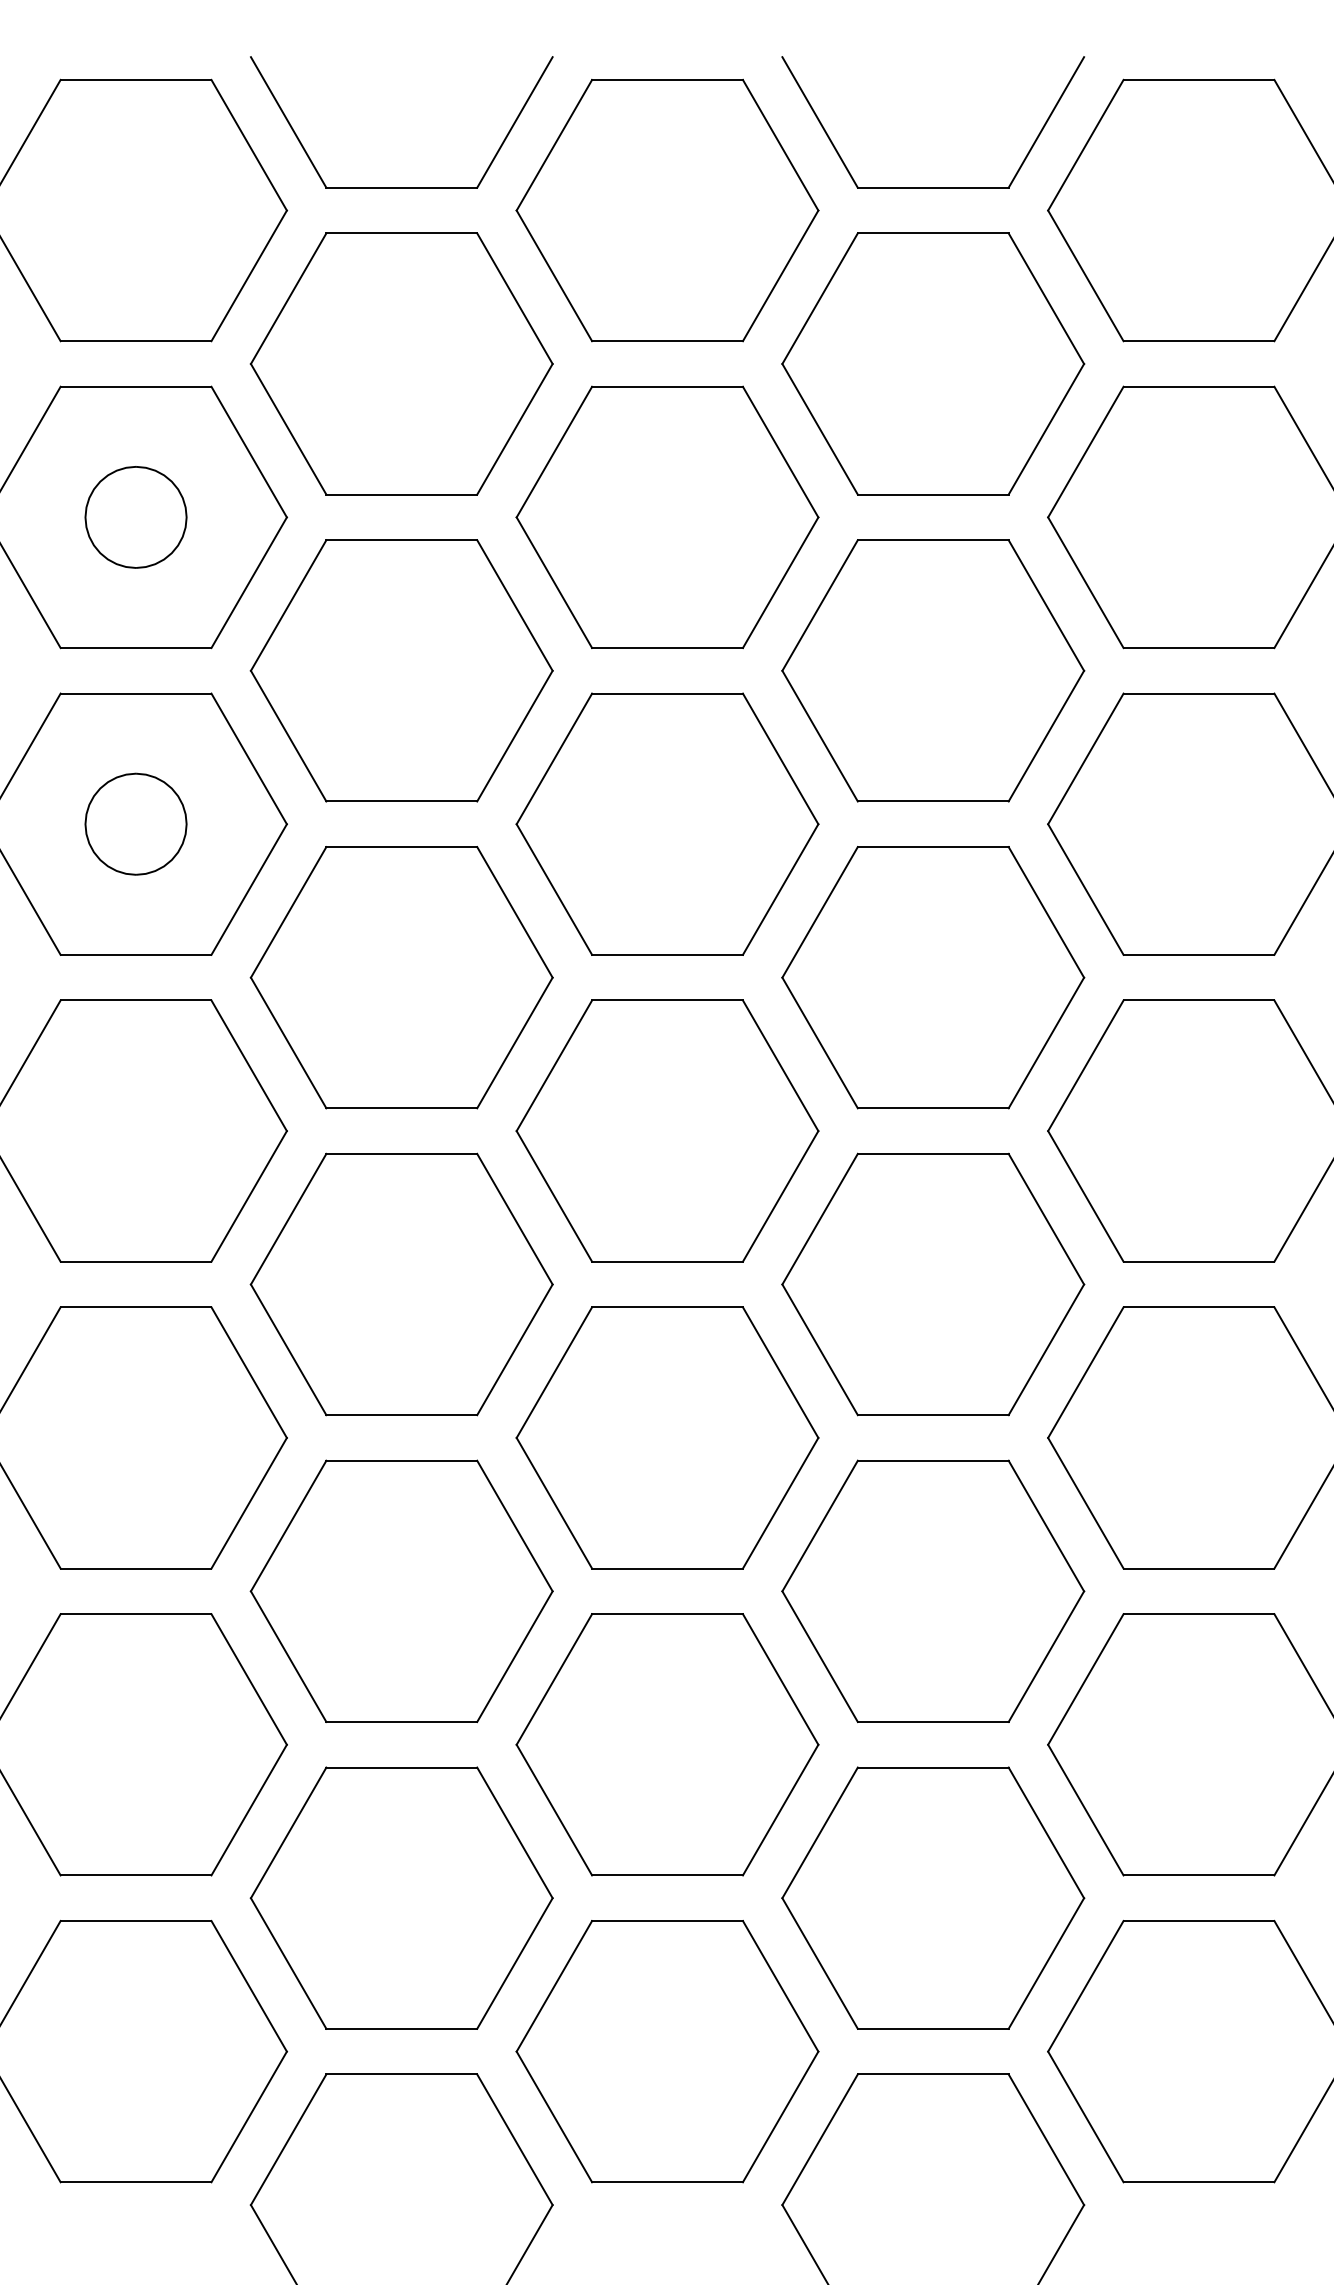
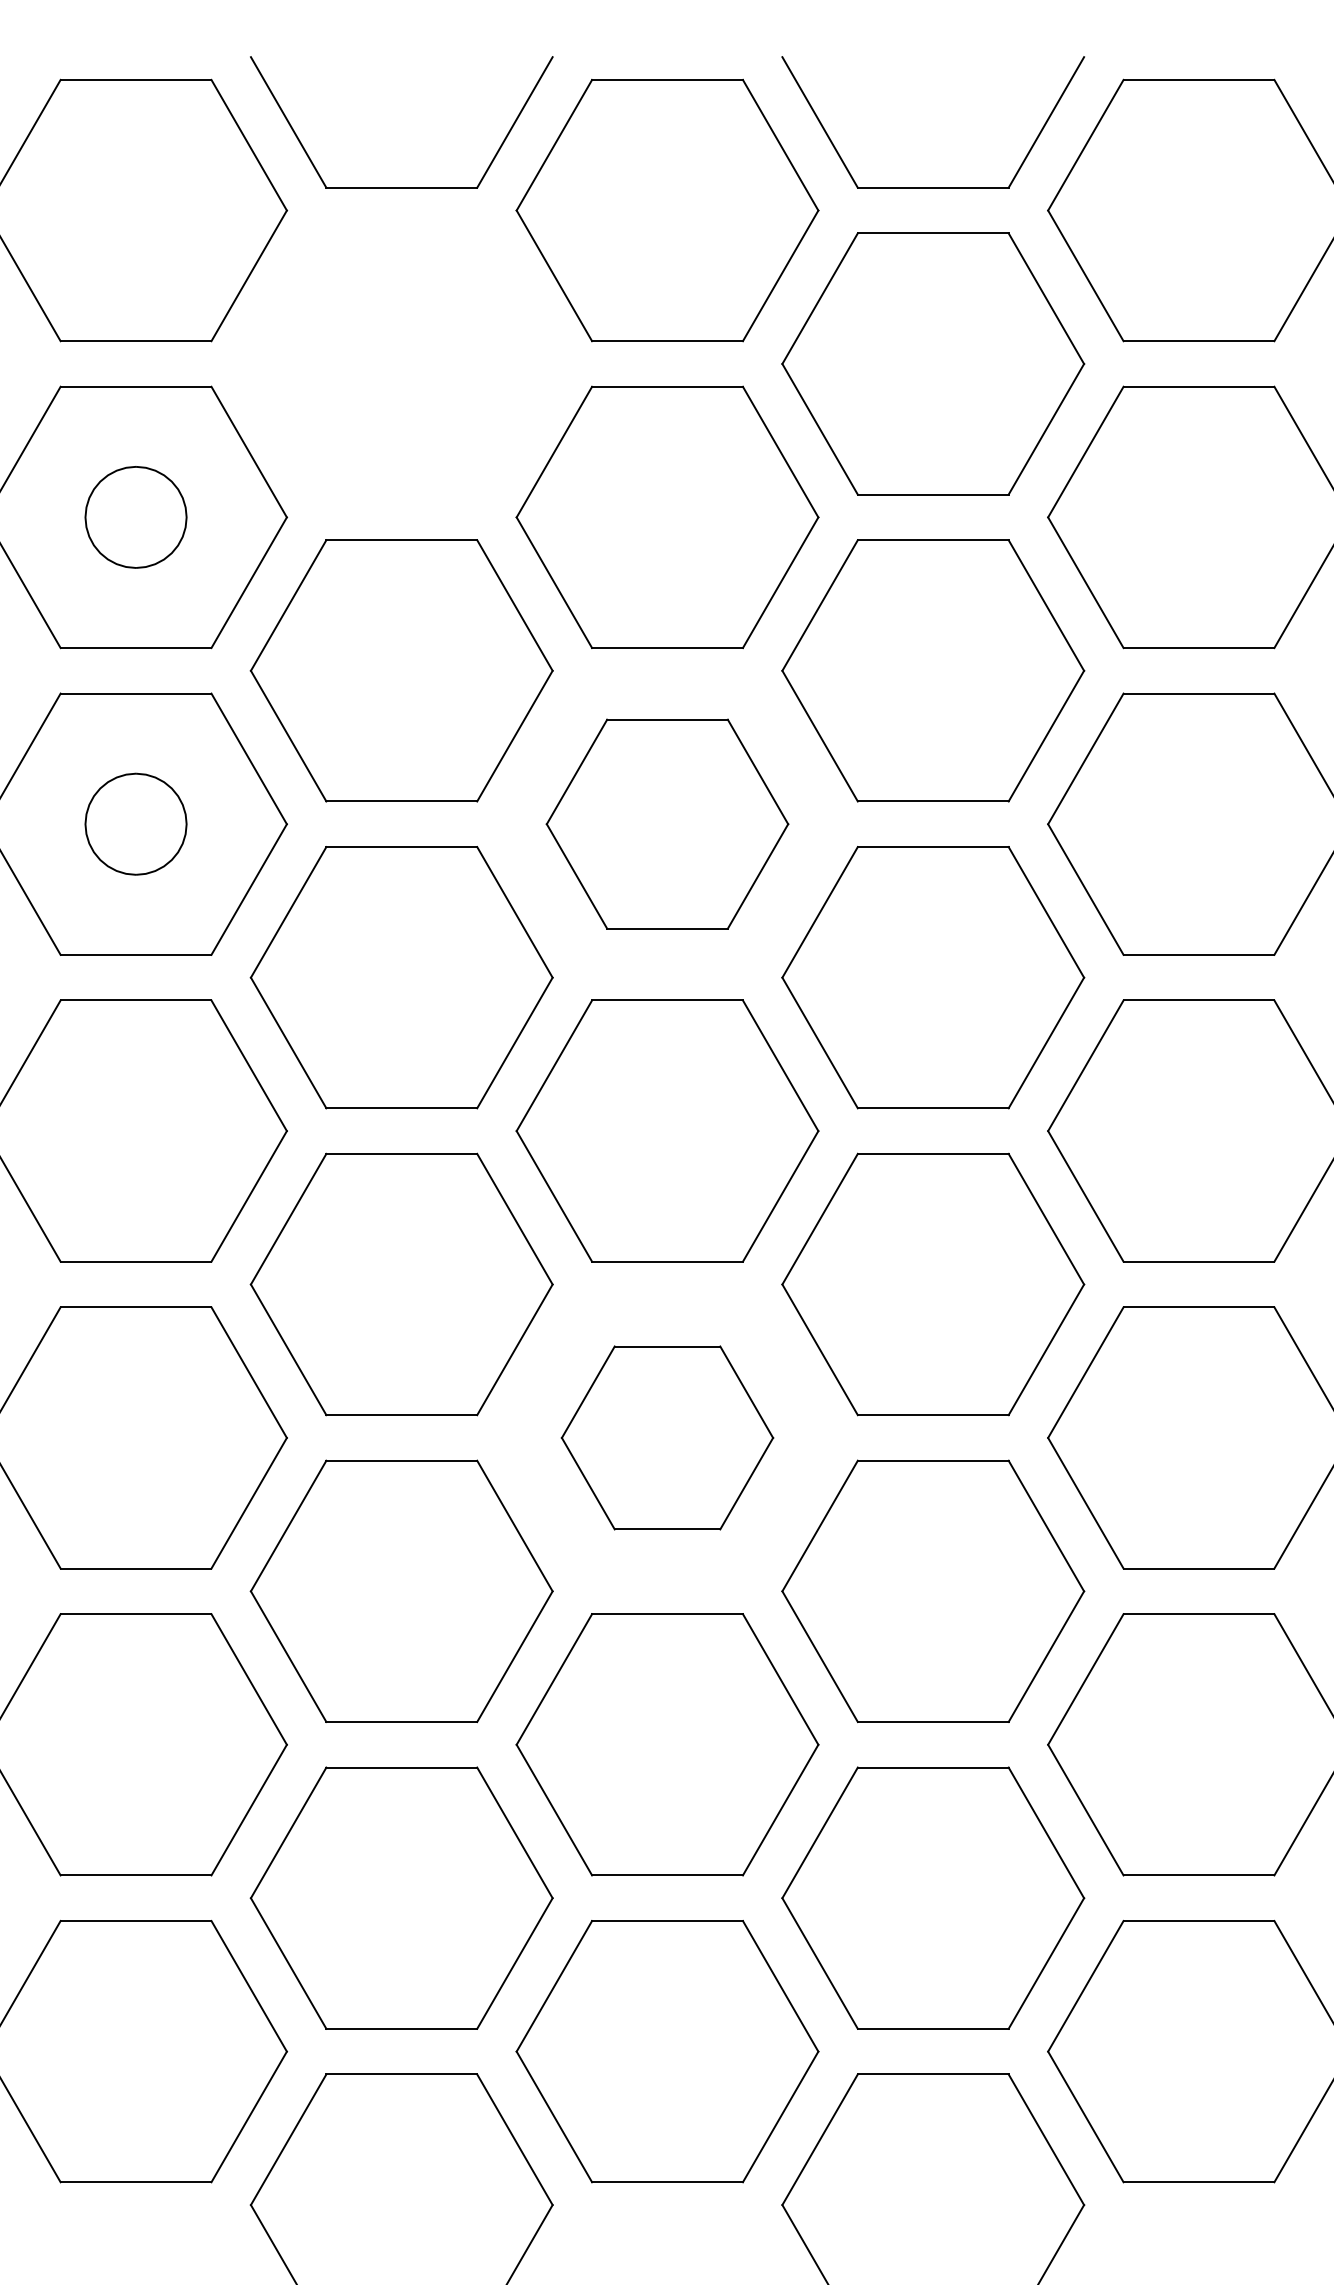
part at (401, 363): present -> none
part at (667, 823) size: 305x264 px -> 245x212 px
part at (667, 1437) size: 305x264 px -> 215x186 px
